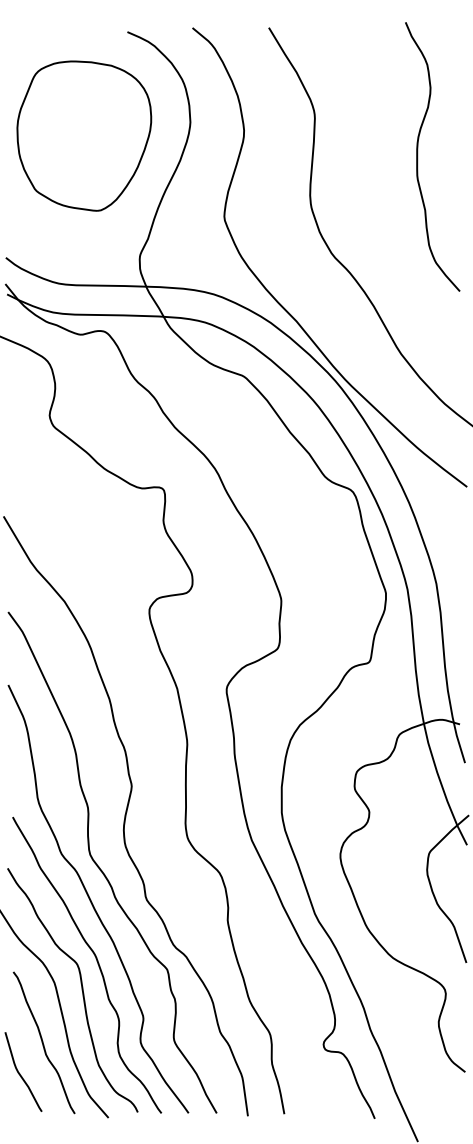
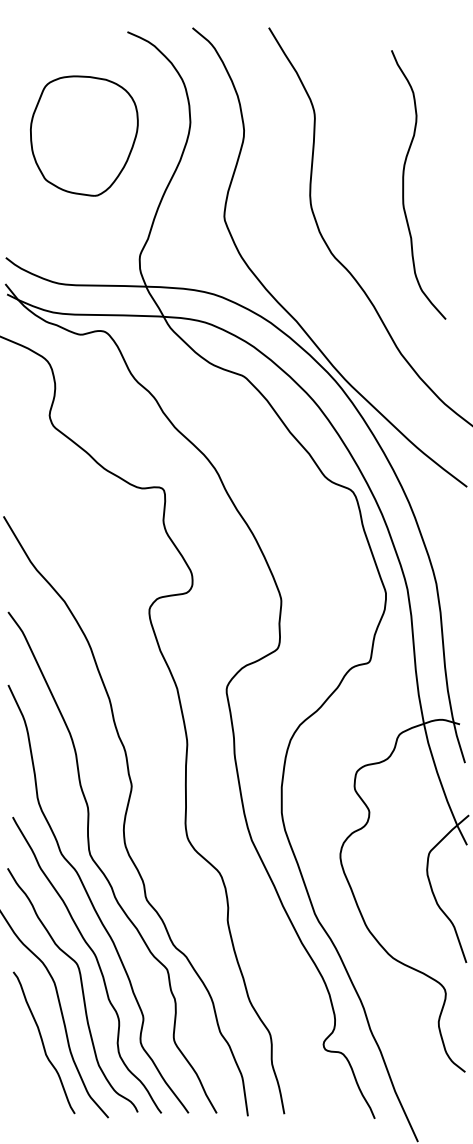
part at (84, 135) size: 137x152 px -> 109x122 px
curve at (418, 156) position: (418, 156) -> (404, 184)
curve at (20, 1073): present -> none
